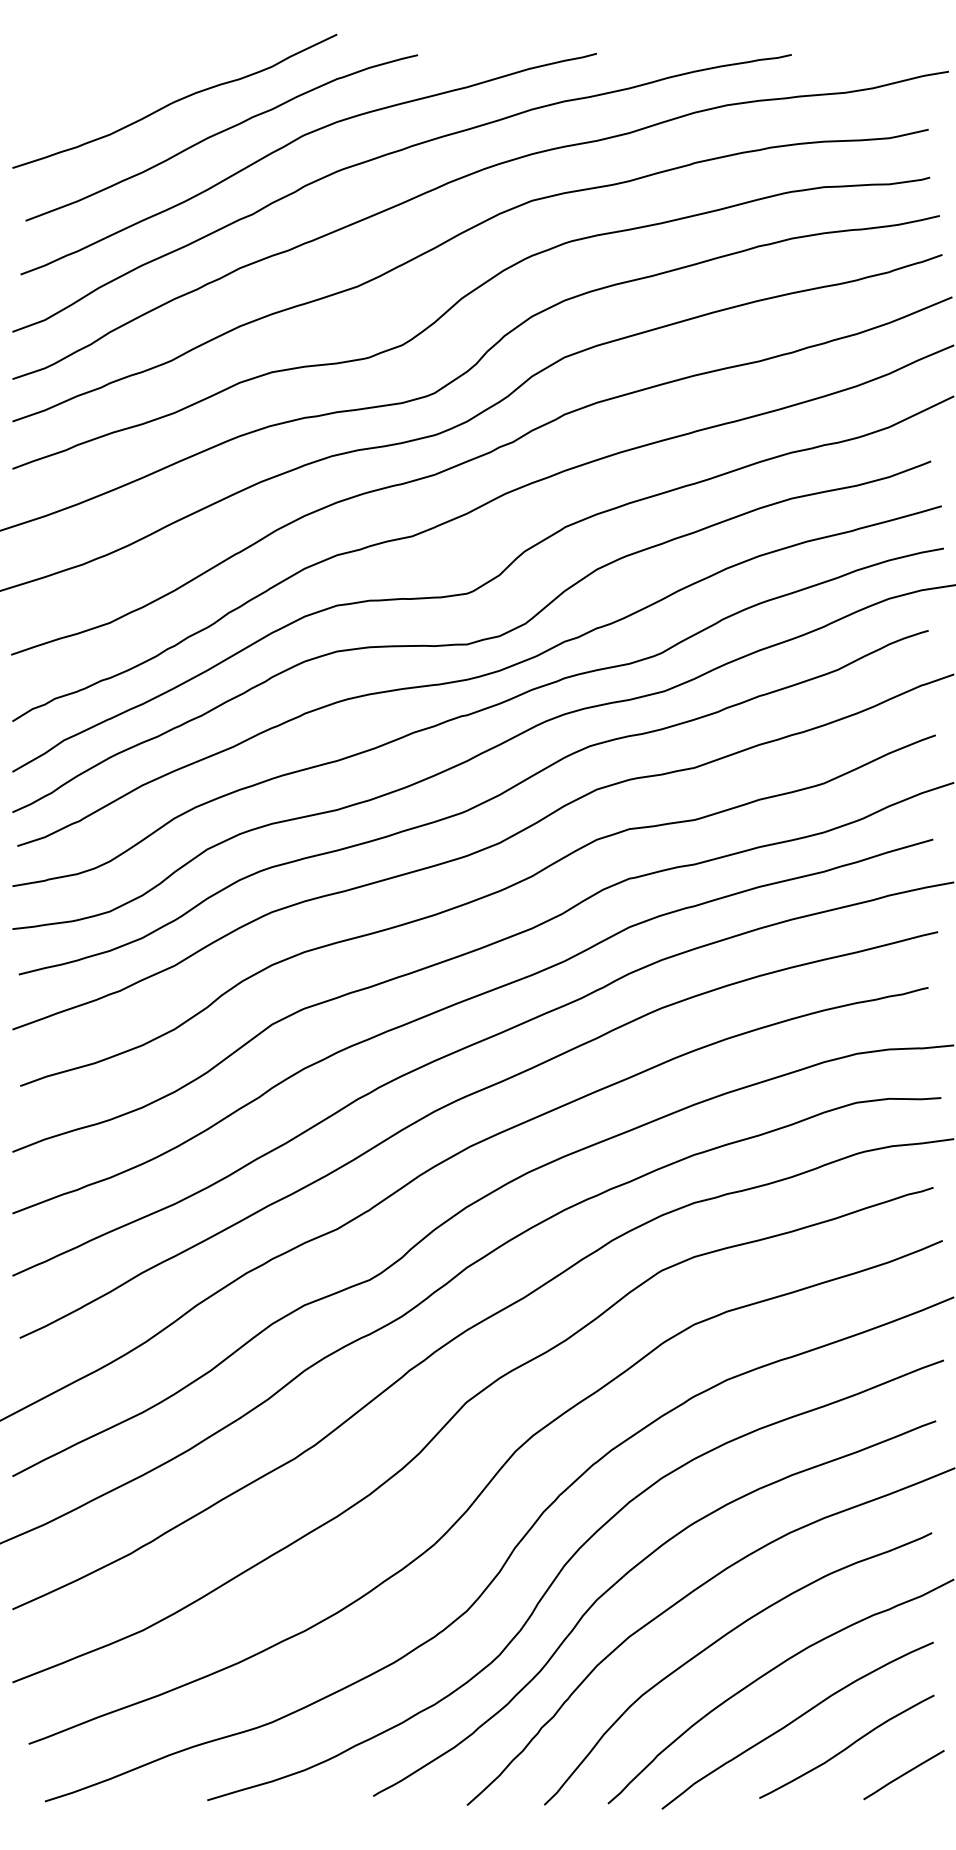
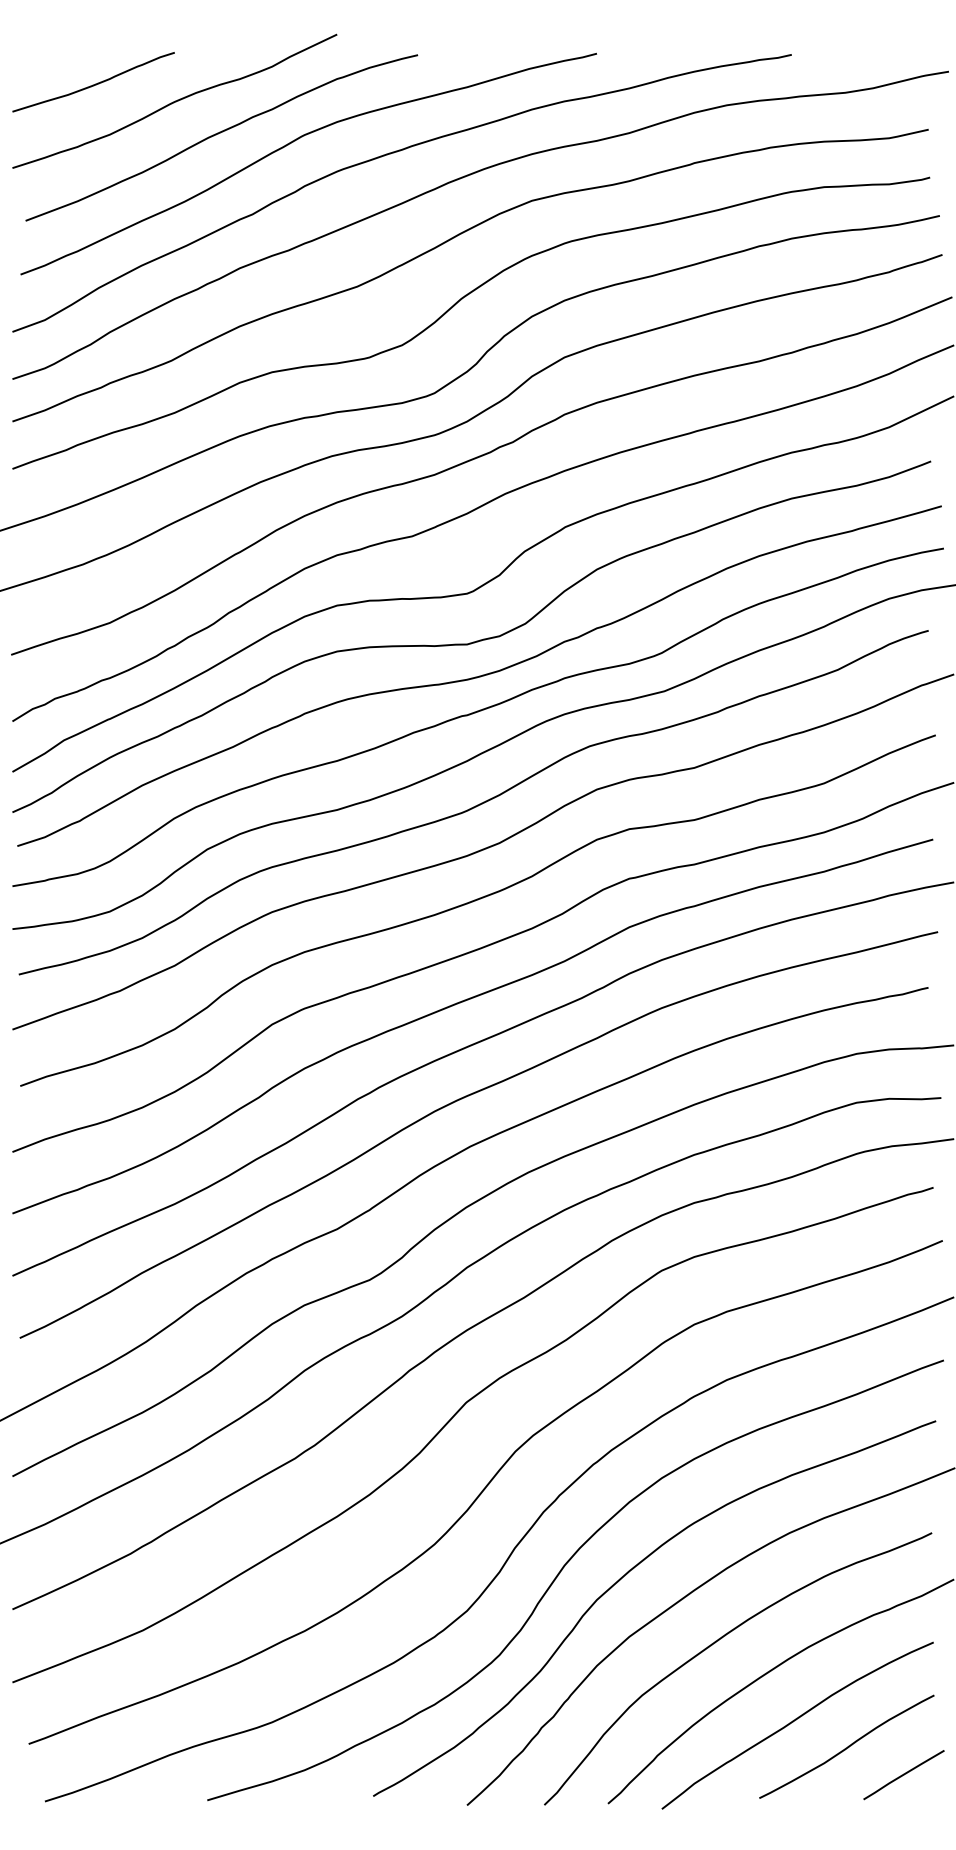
curve at (93, 84): none -> present
